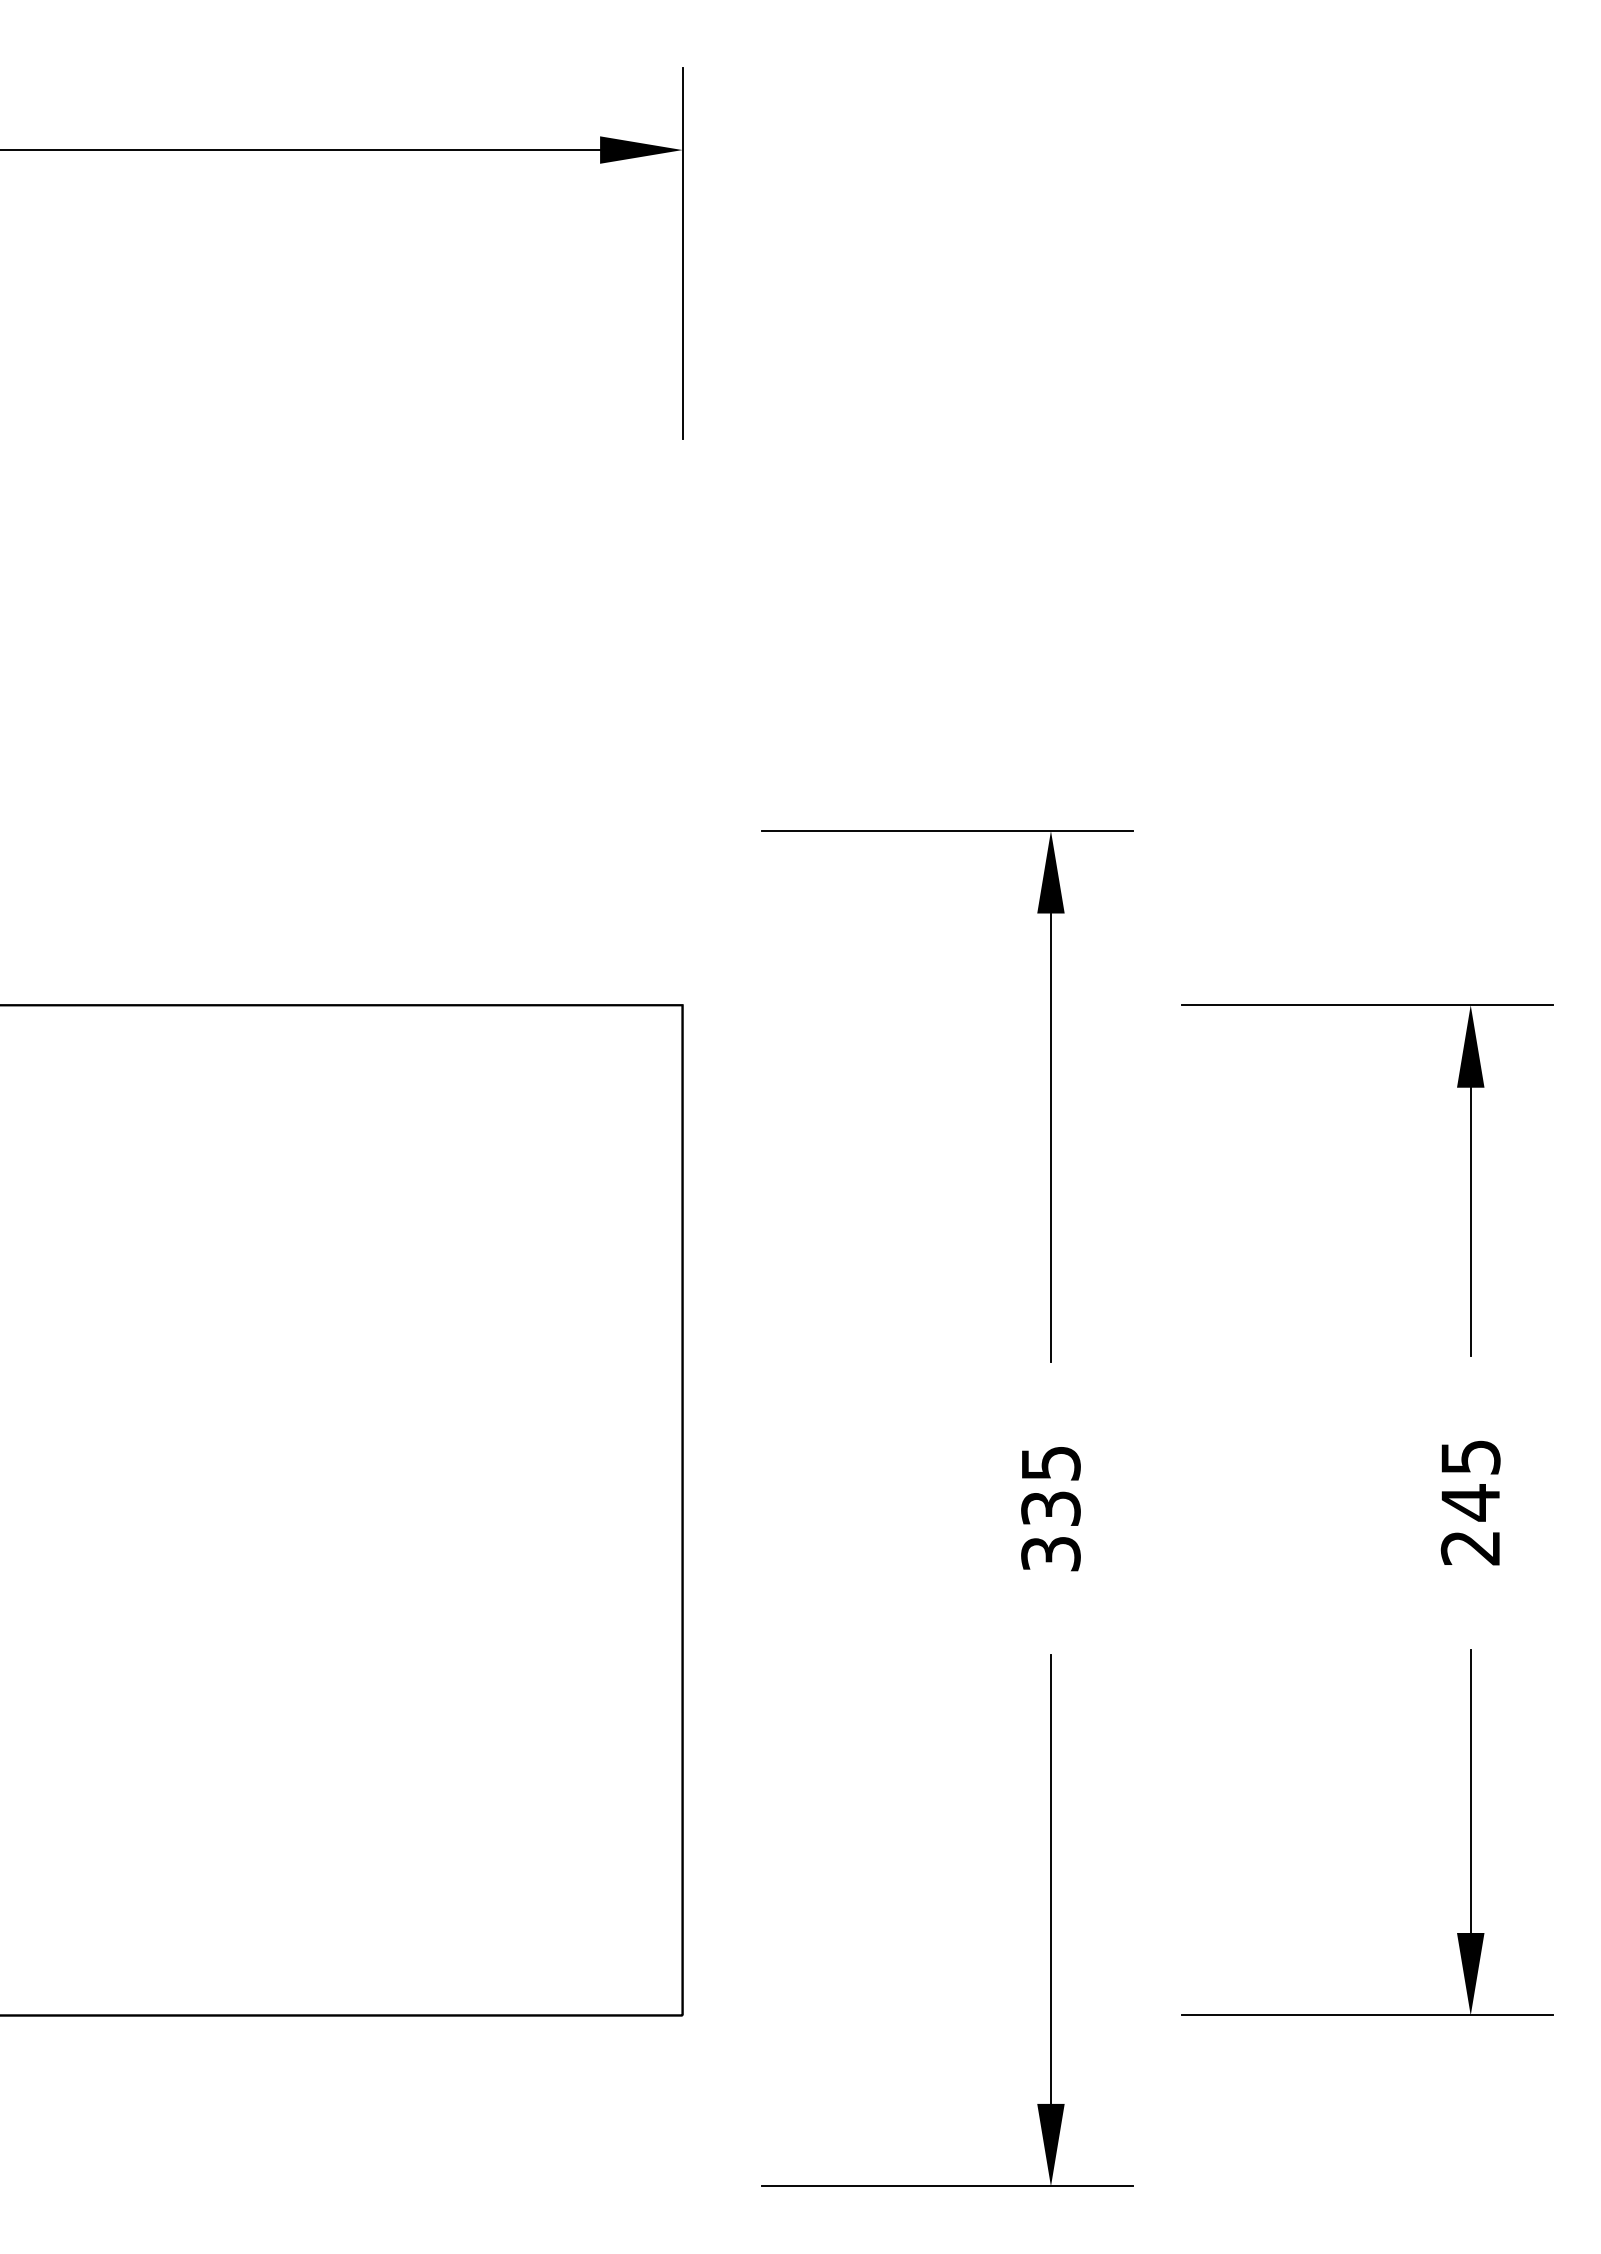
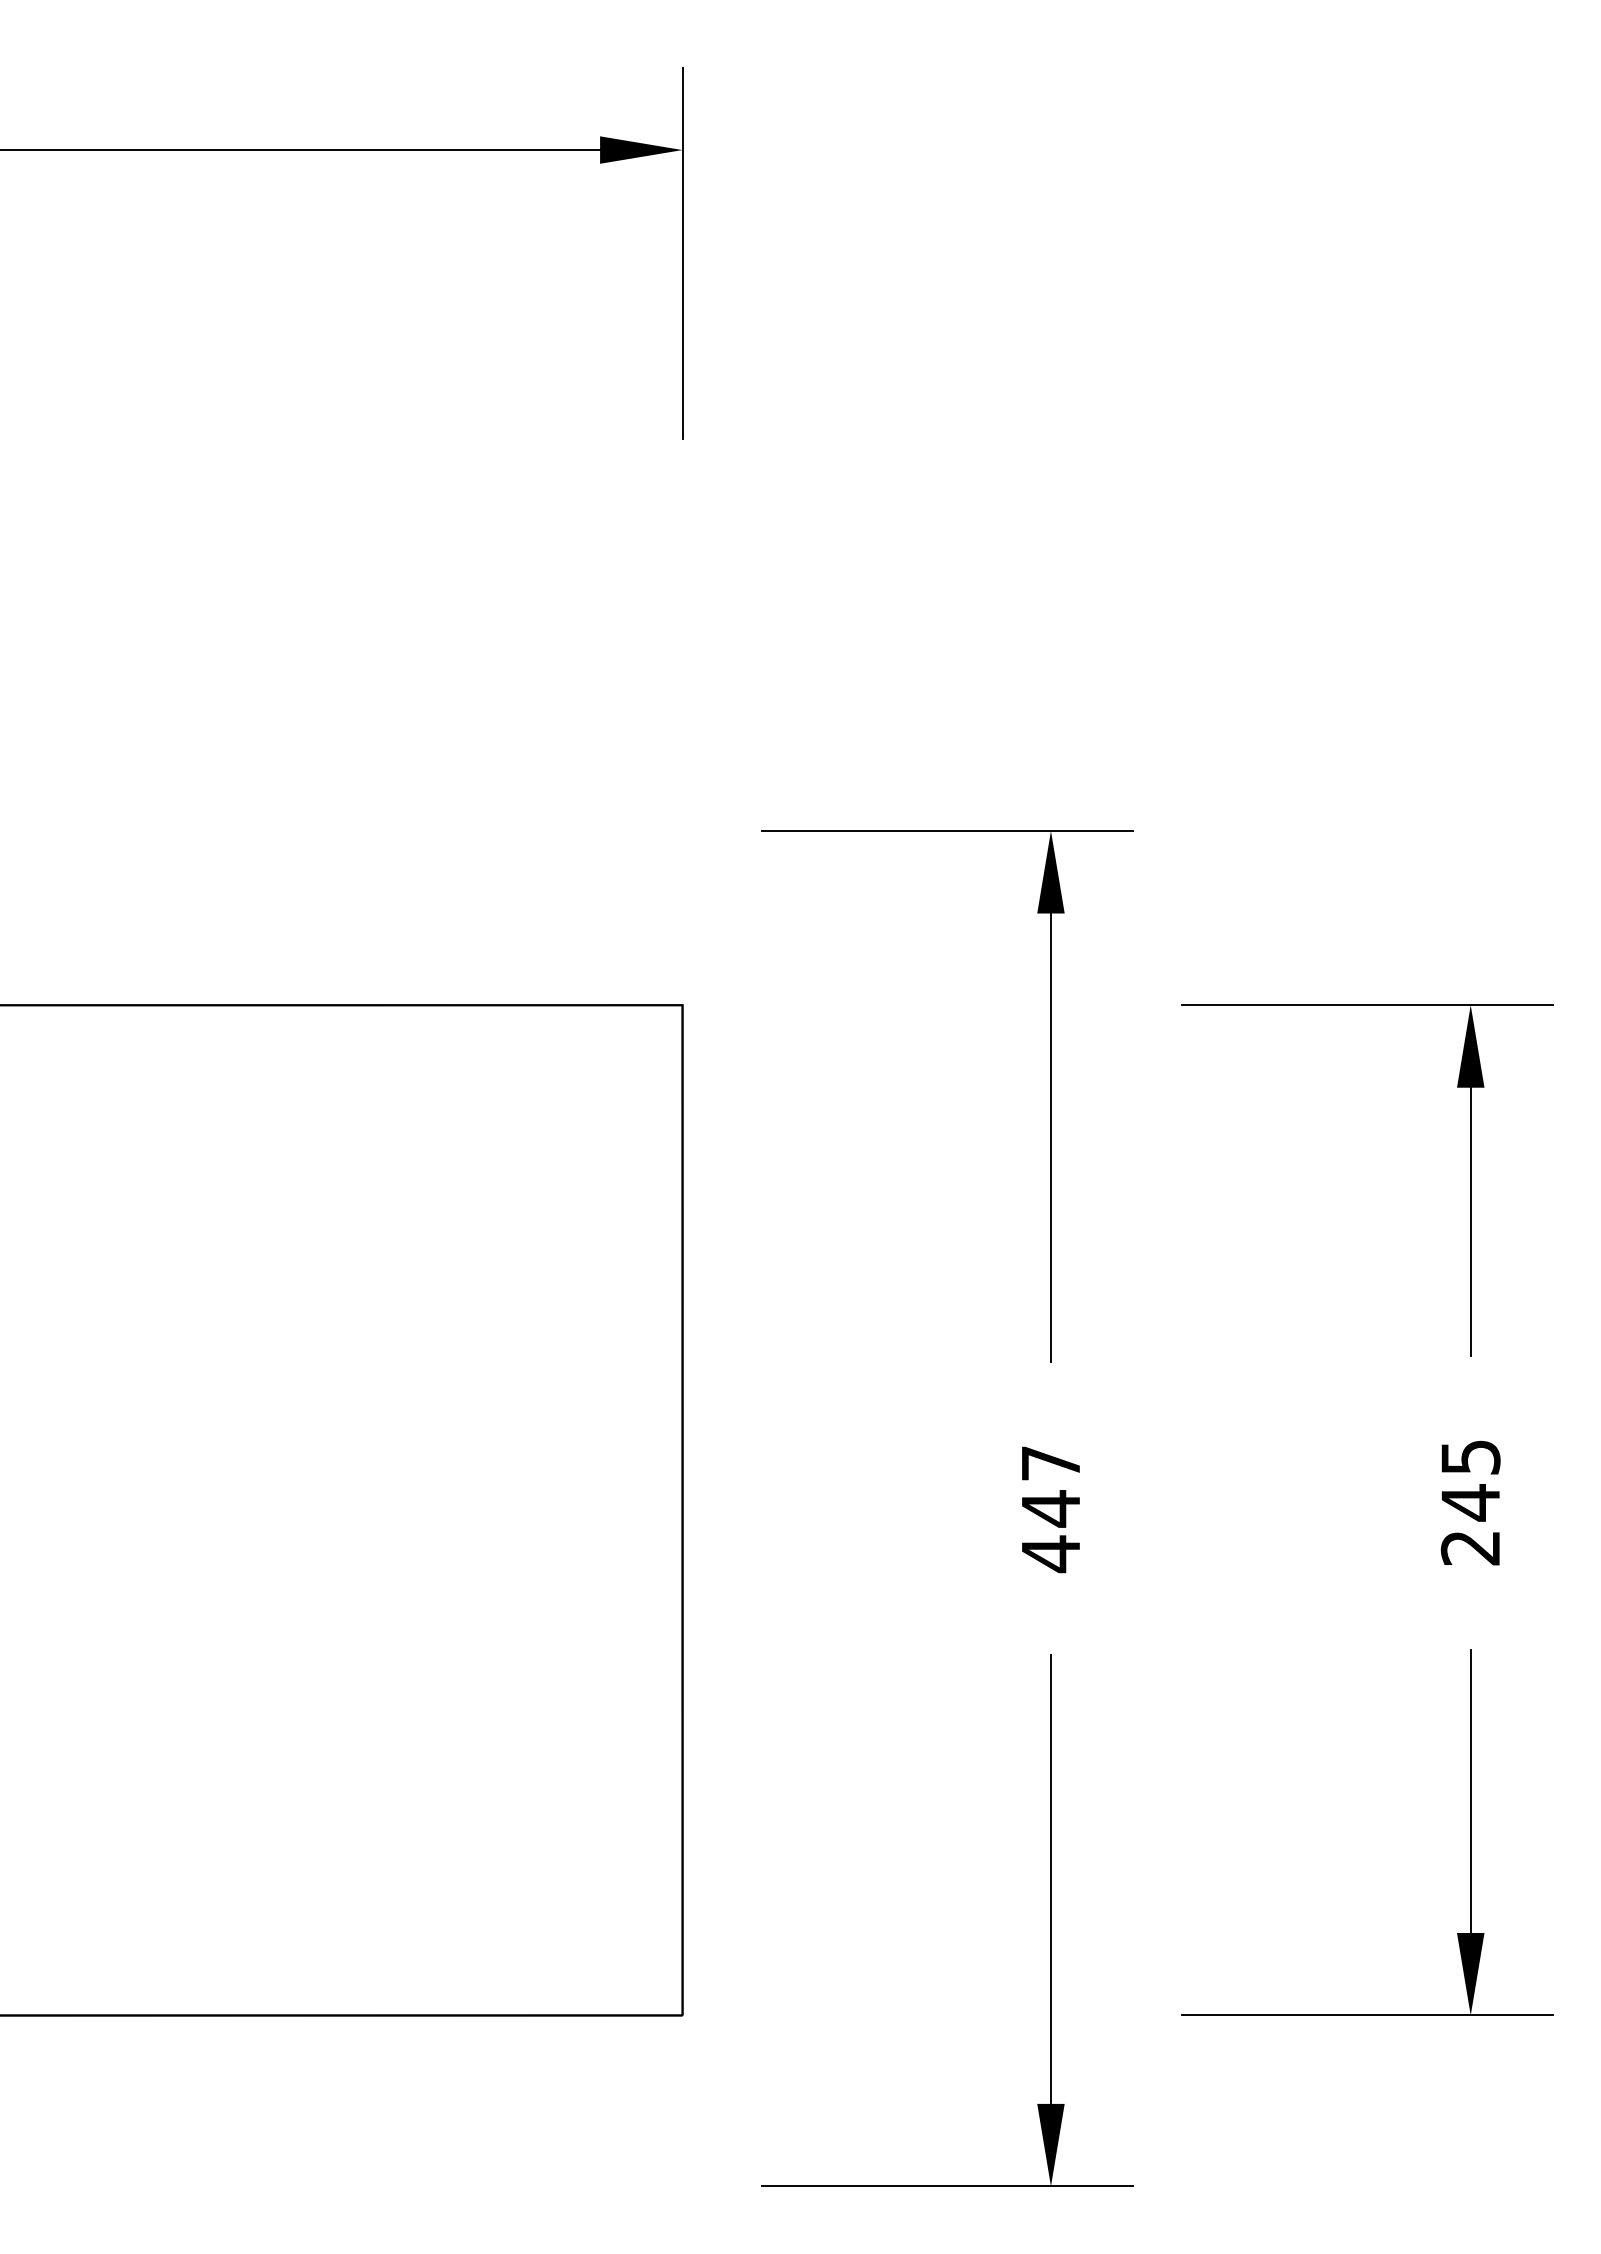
text at (1050, 1509): 335 -> 447
